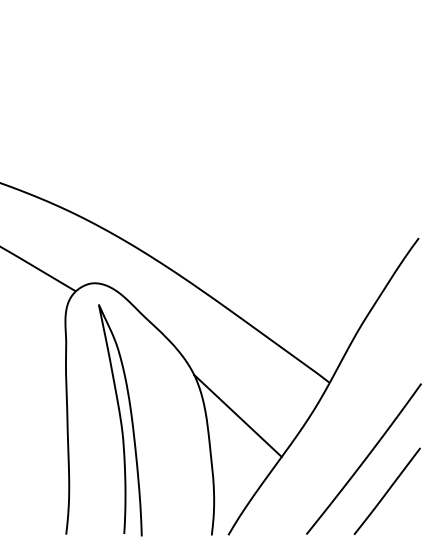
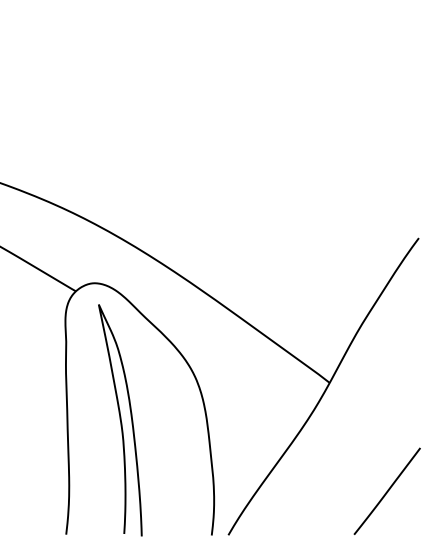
line at (237, 415): present -> none
curve at (364, 458): present -> none
